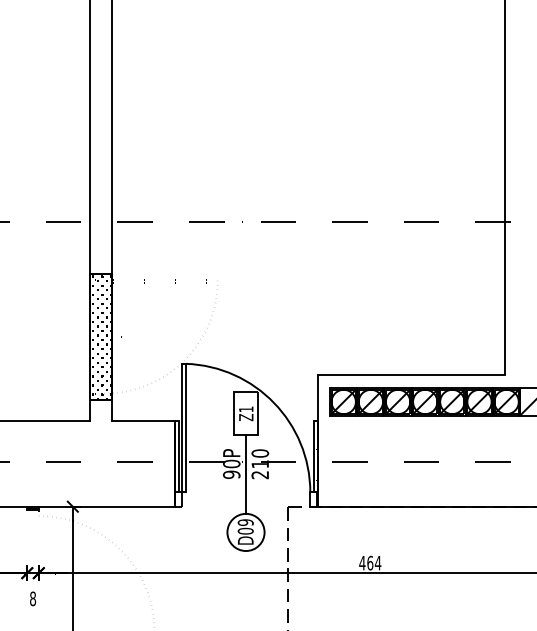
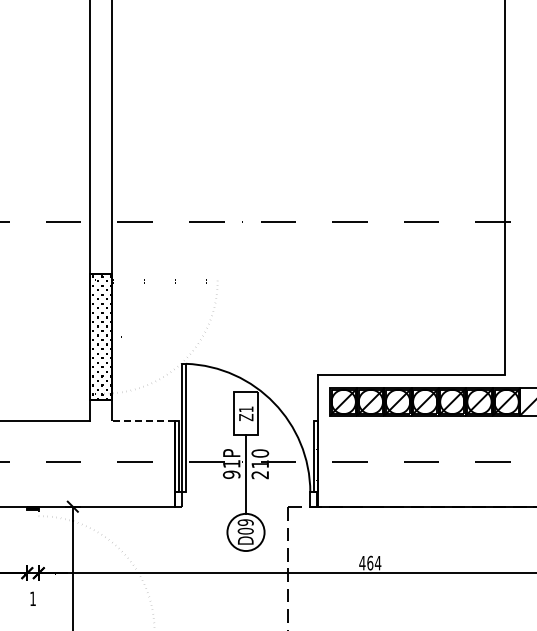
line at (142, 420): solid -> dashed
text at (231, 463): 90P -> 91P
text at (33, 598): 8 -> 1
